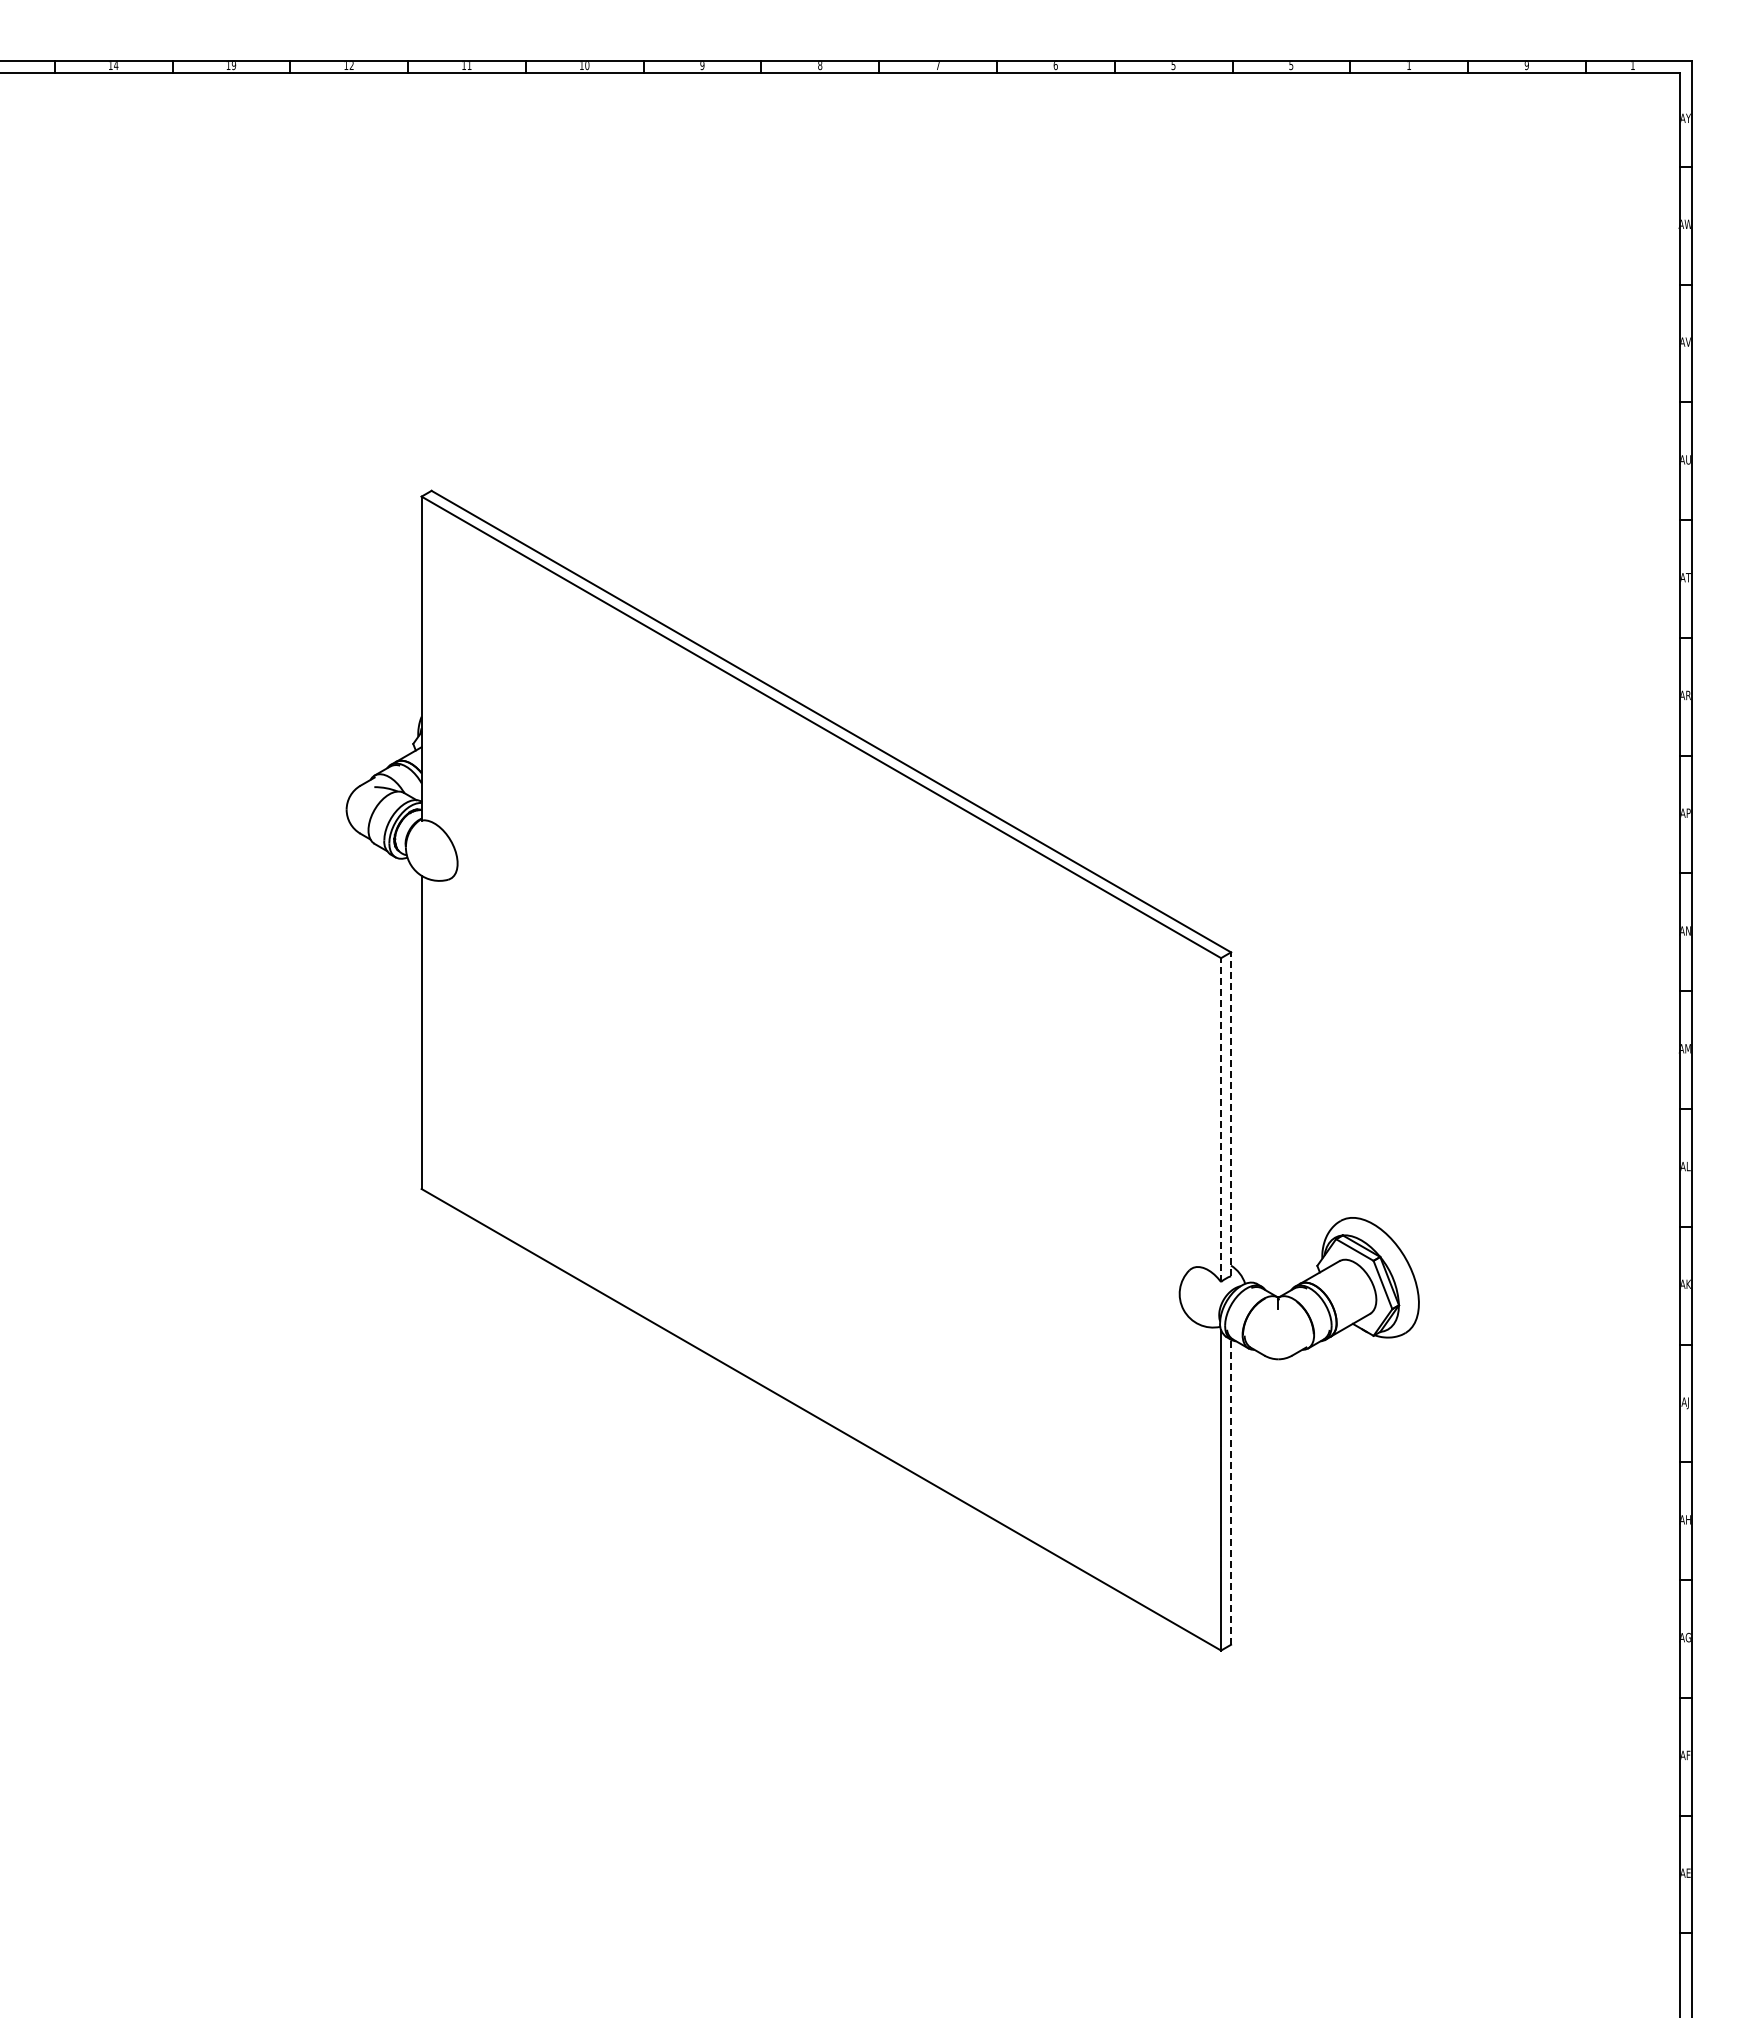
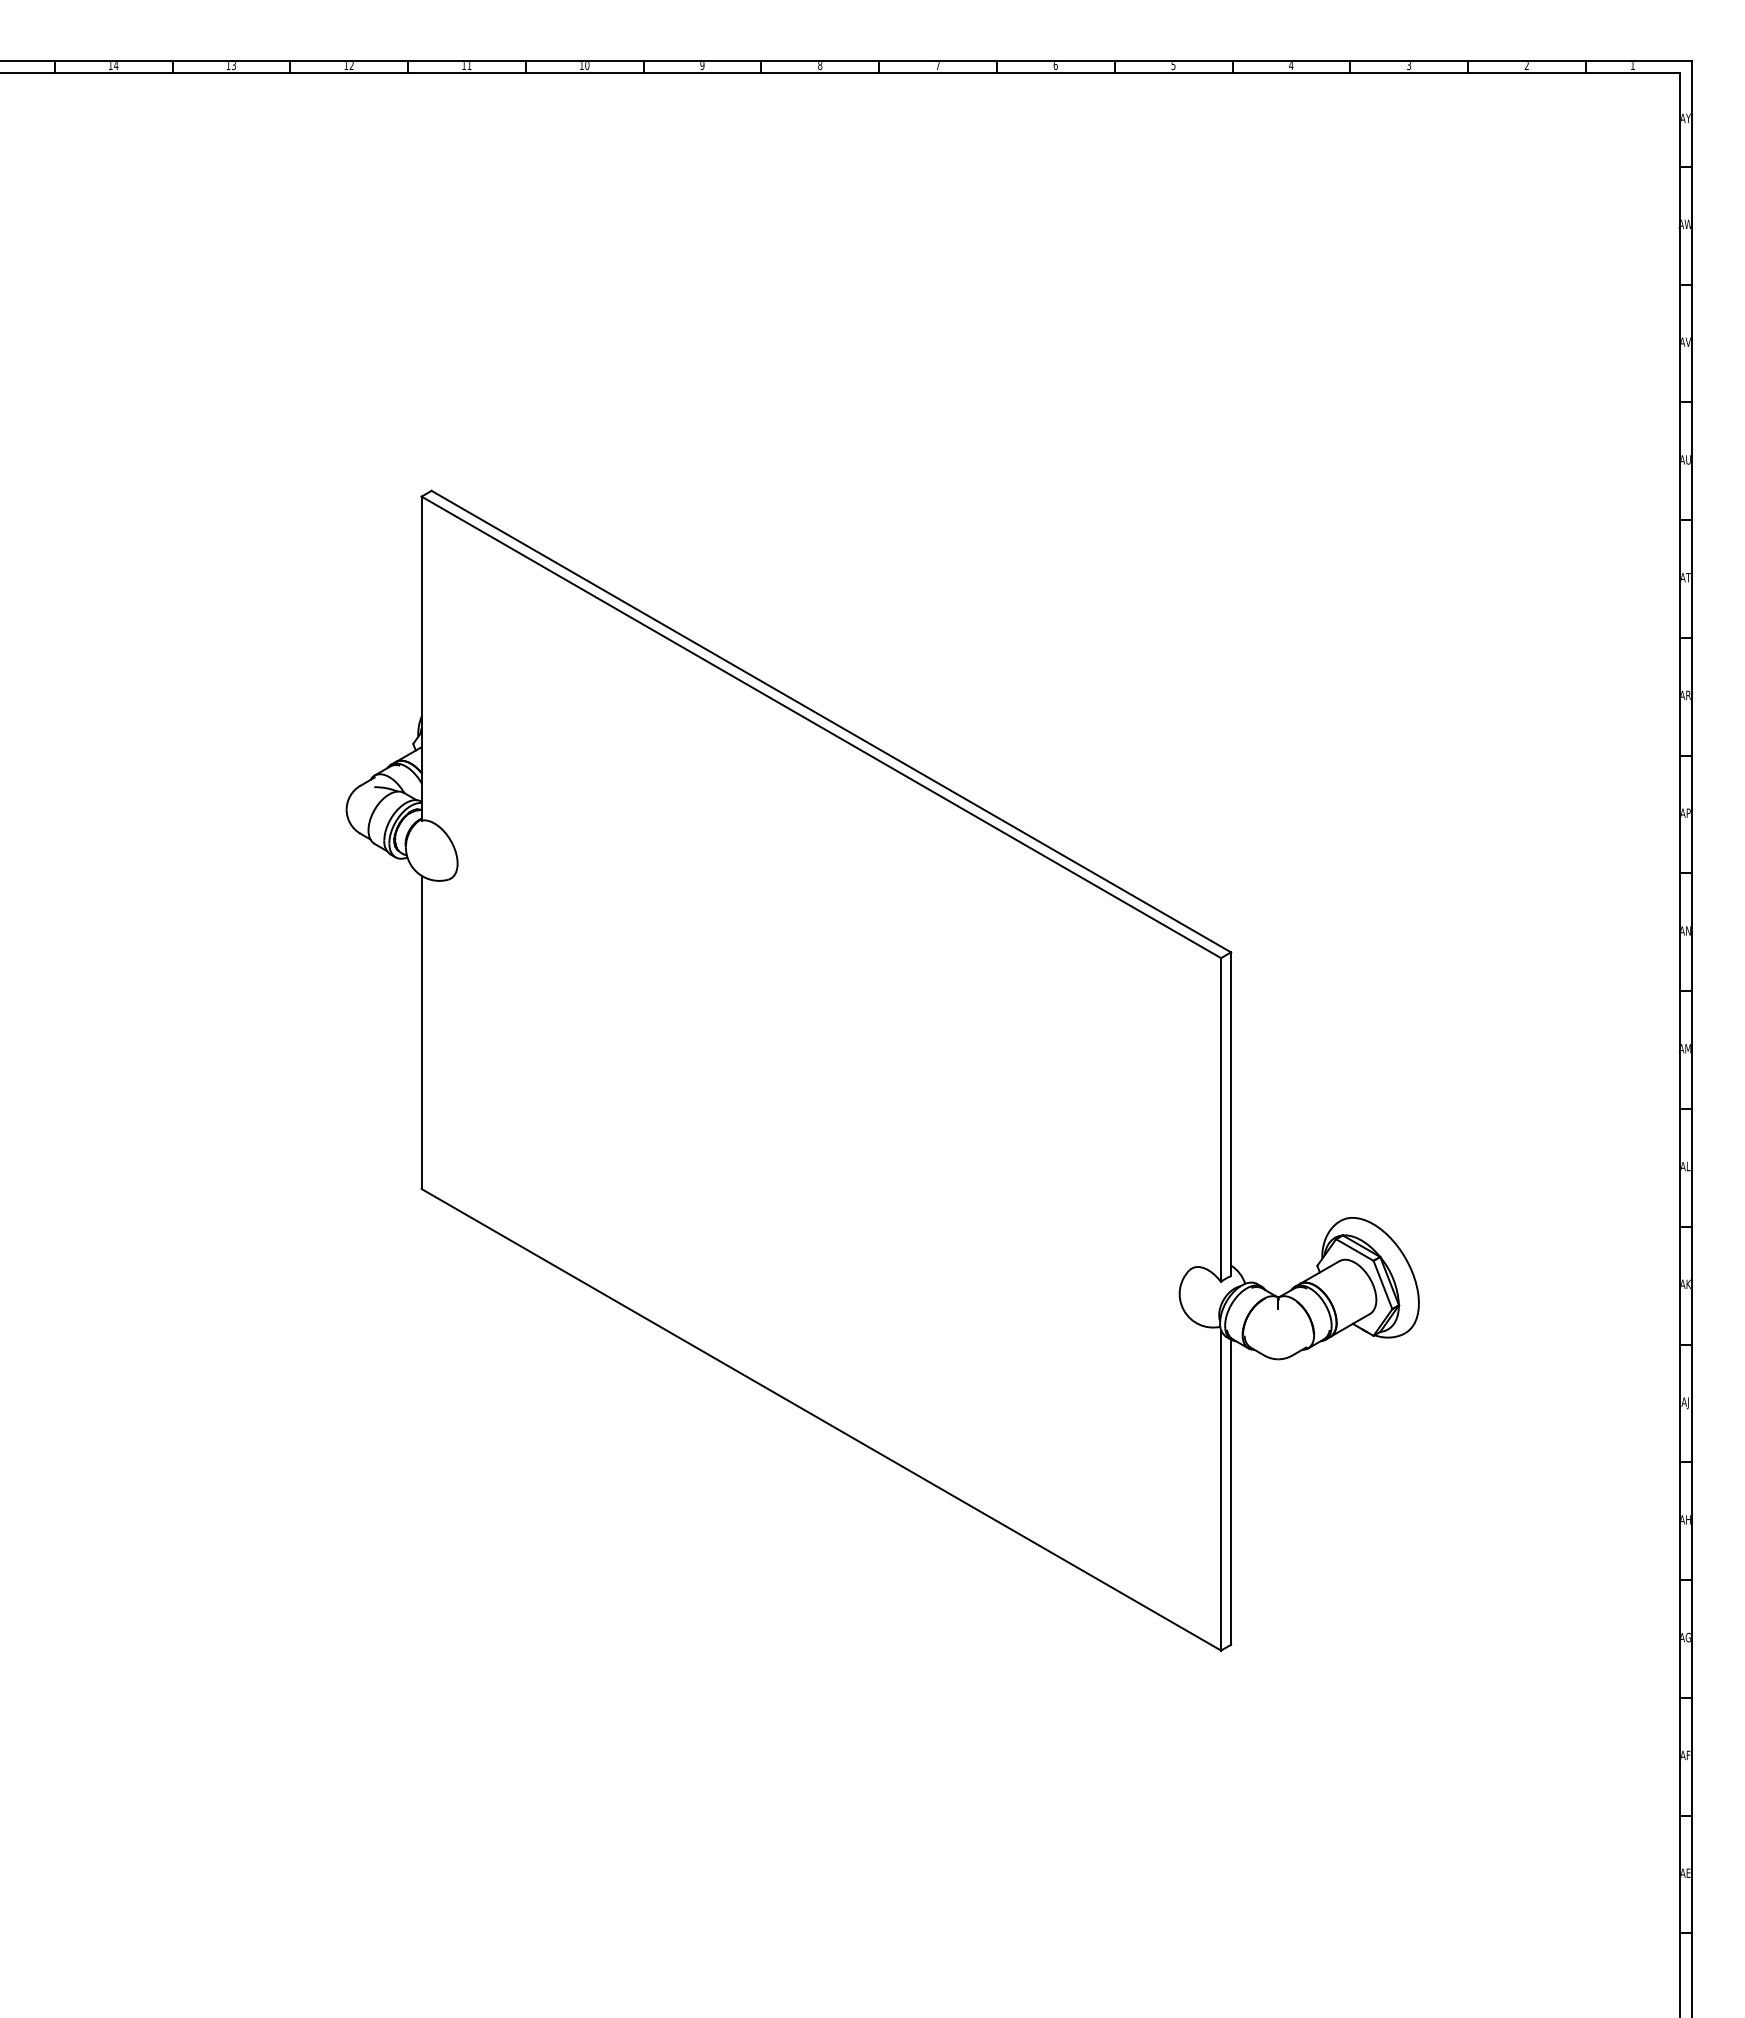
text at (233, 65): 19 -> 13
text at (1291, 66): 5 -> 4
text at (1409, 66): 1 -> 3
text at (1526, 66): 9 -> 2
line at (1231, 1114): dashed -> solid
line at (1221, 1120): dashed -> solid
line at (1231, 1492): dashed -> solid
